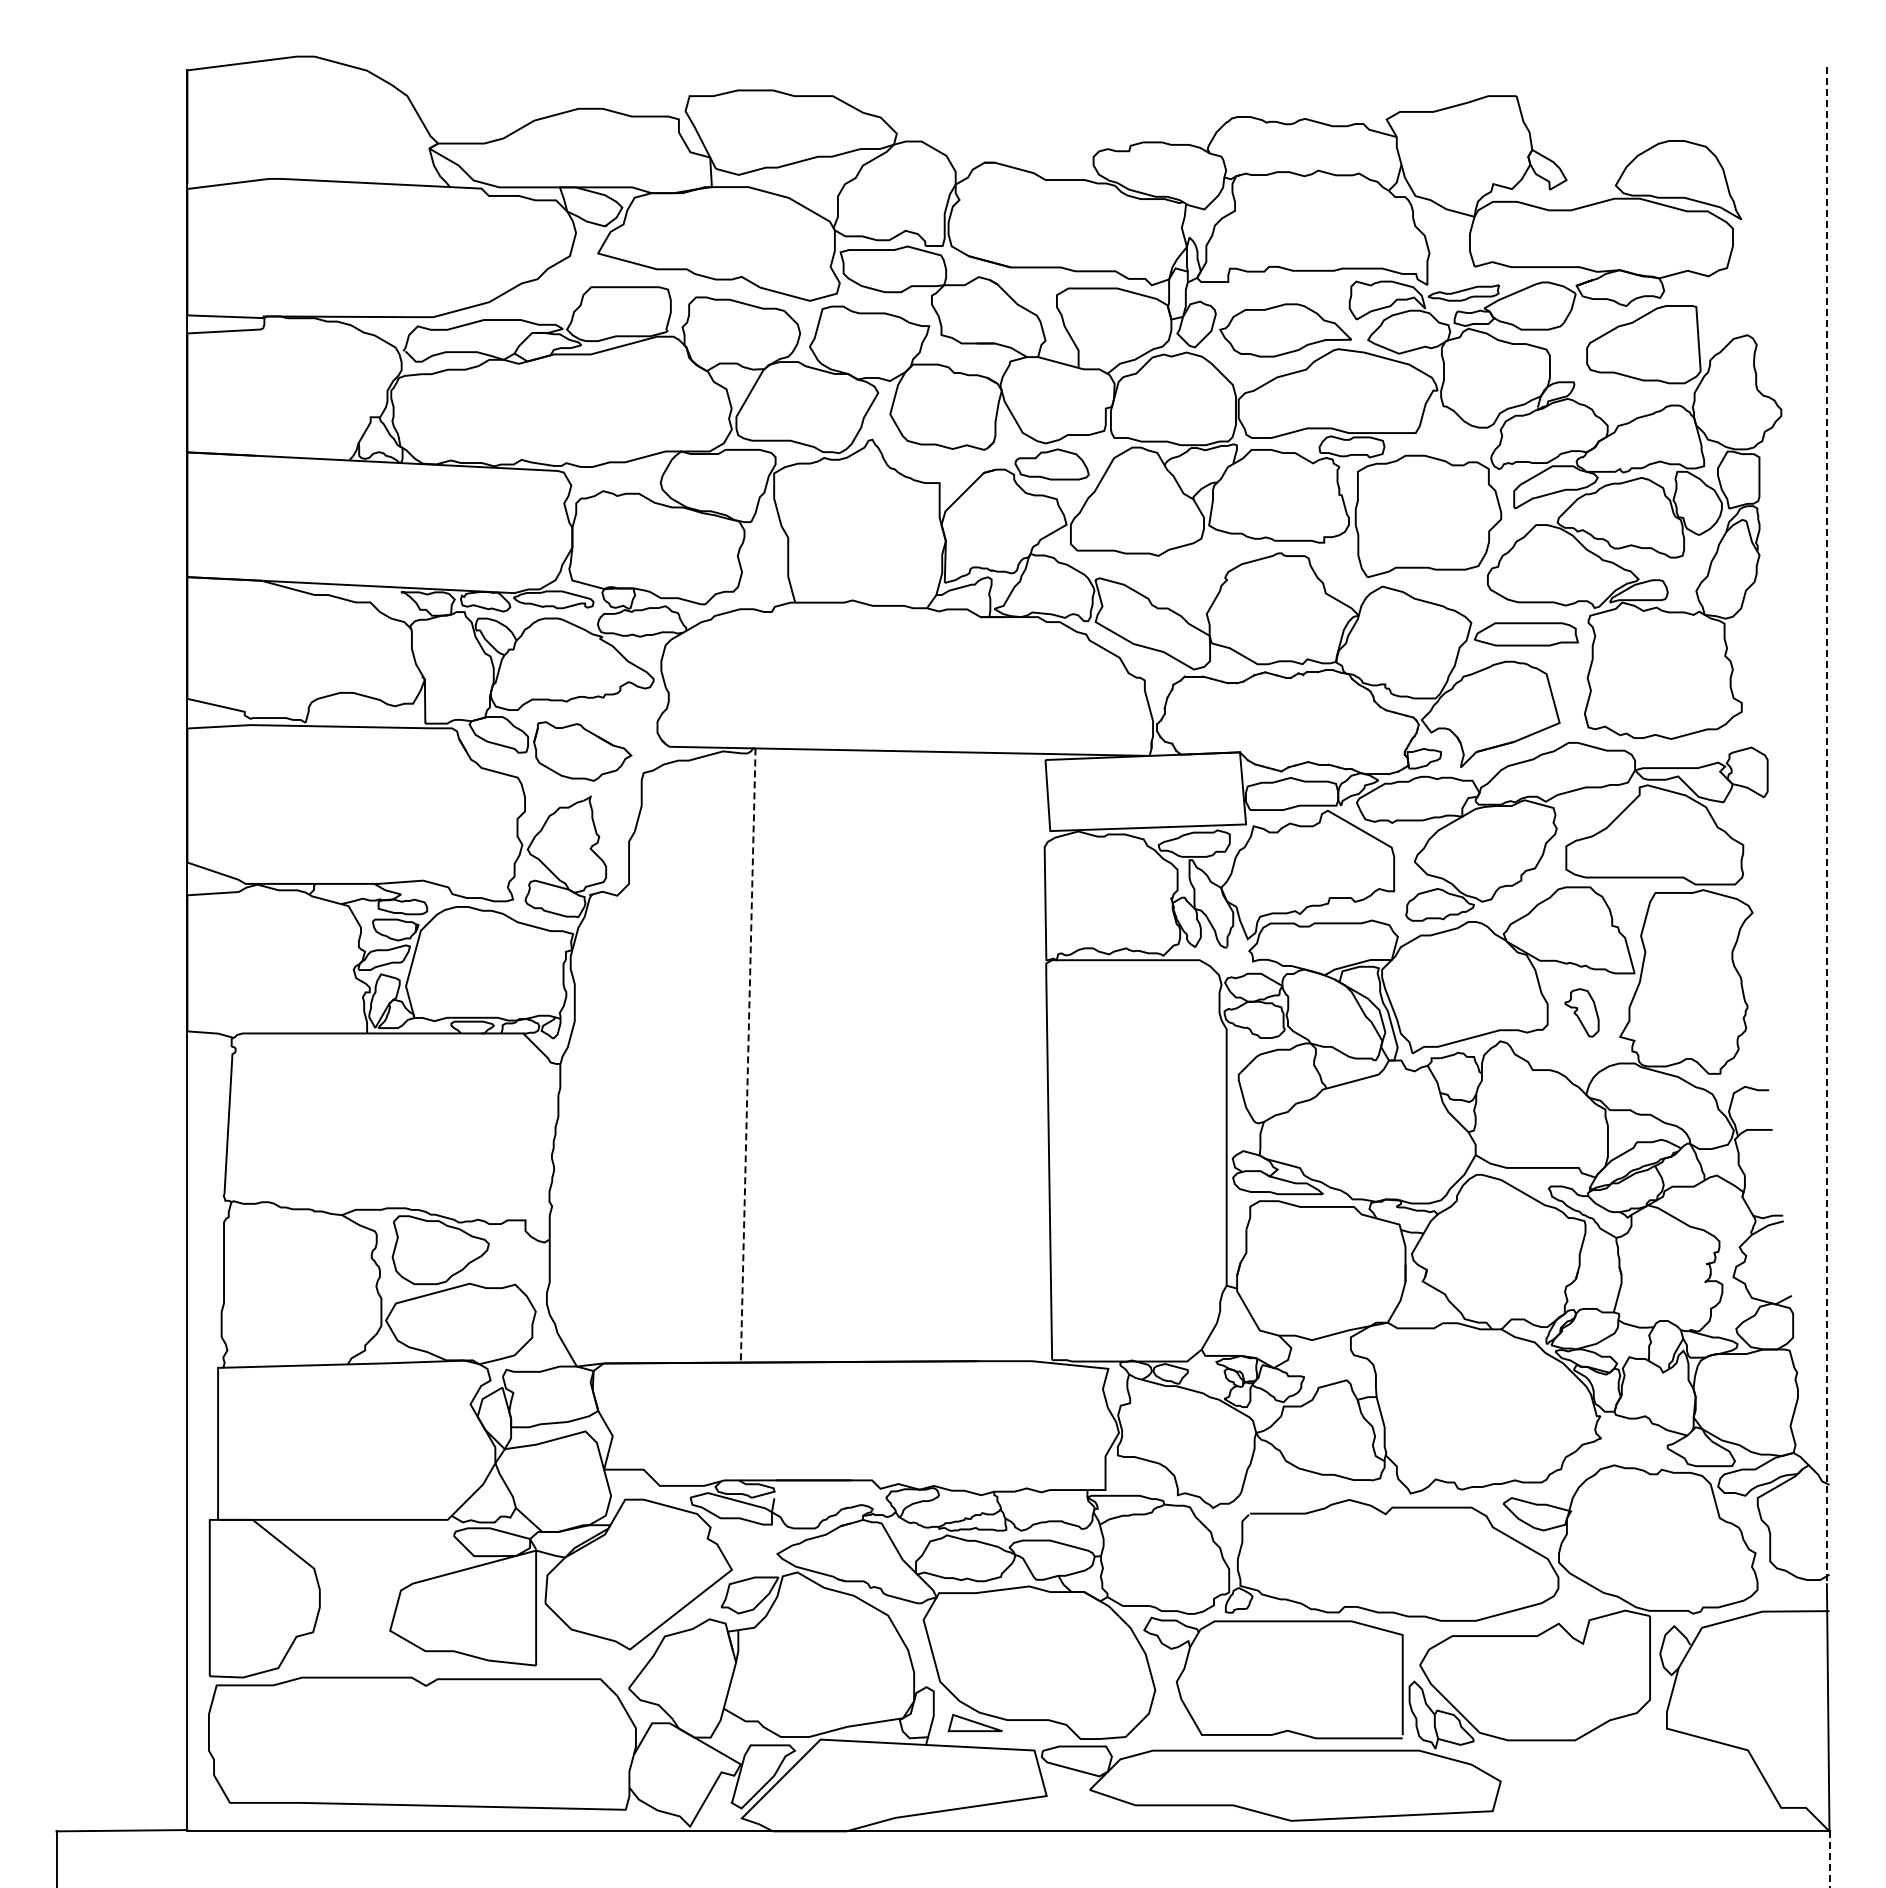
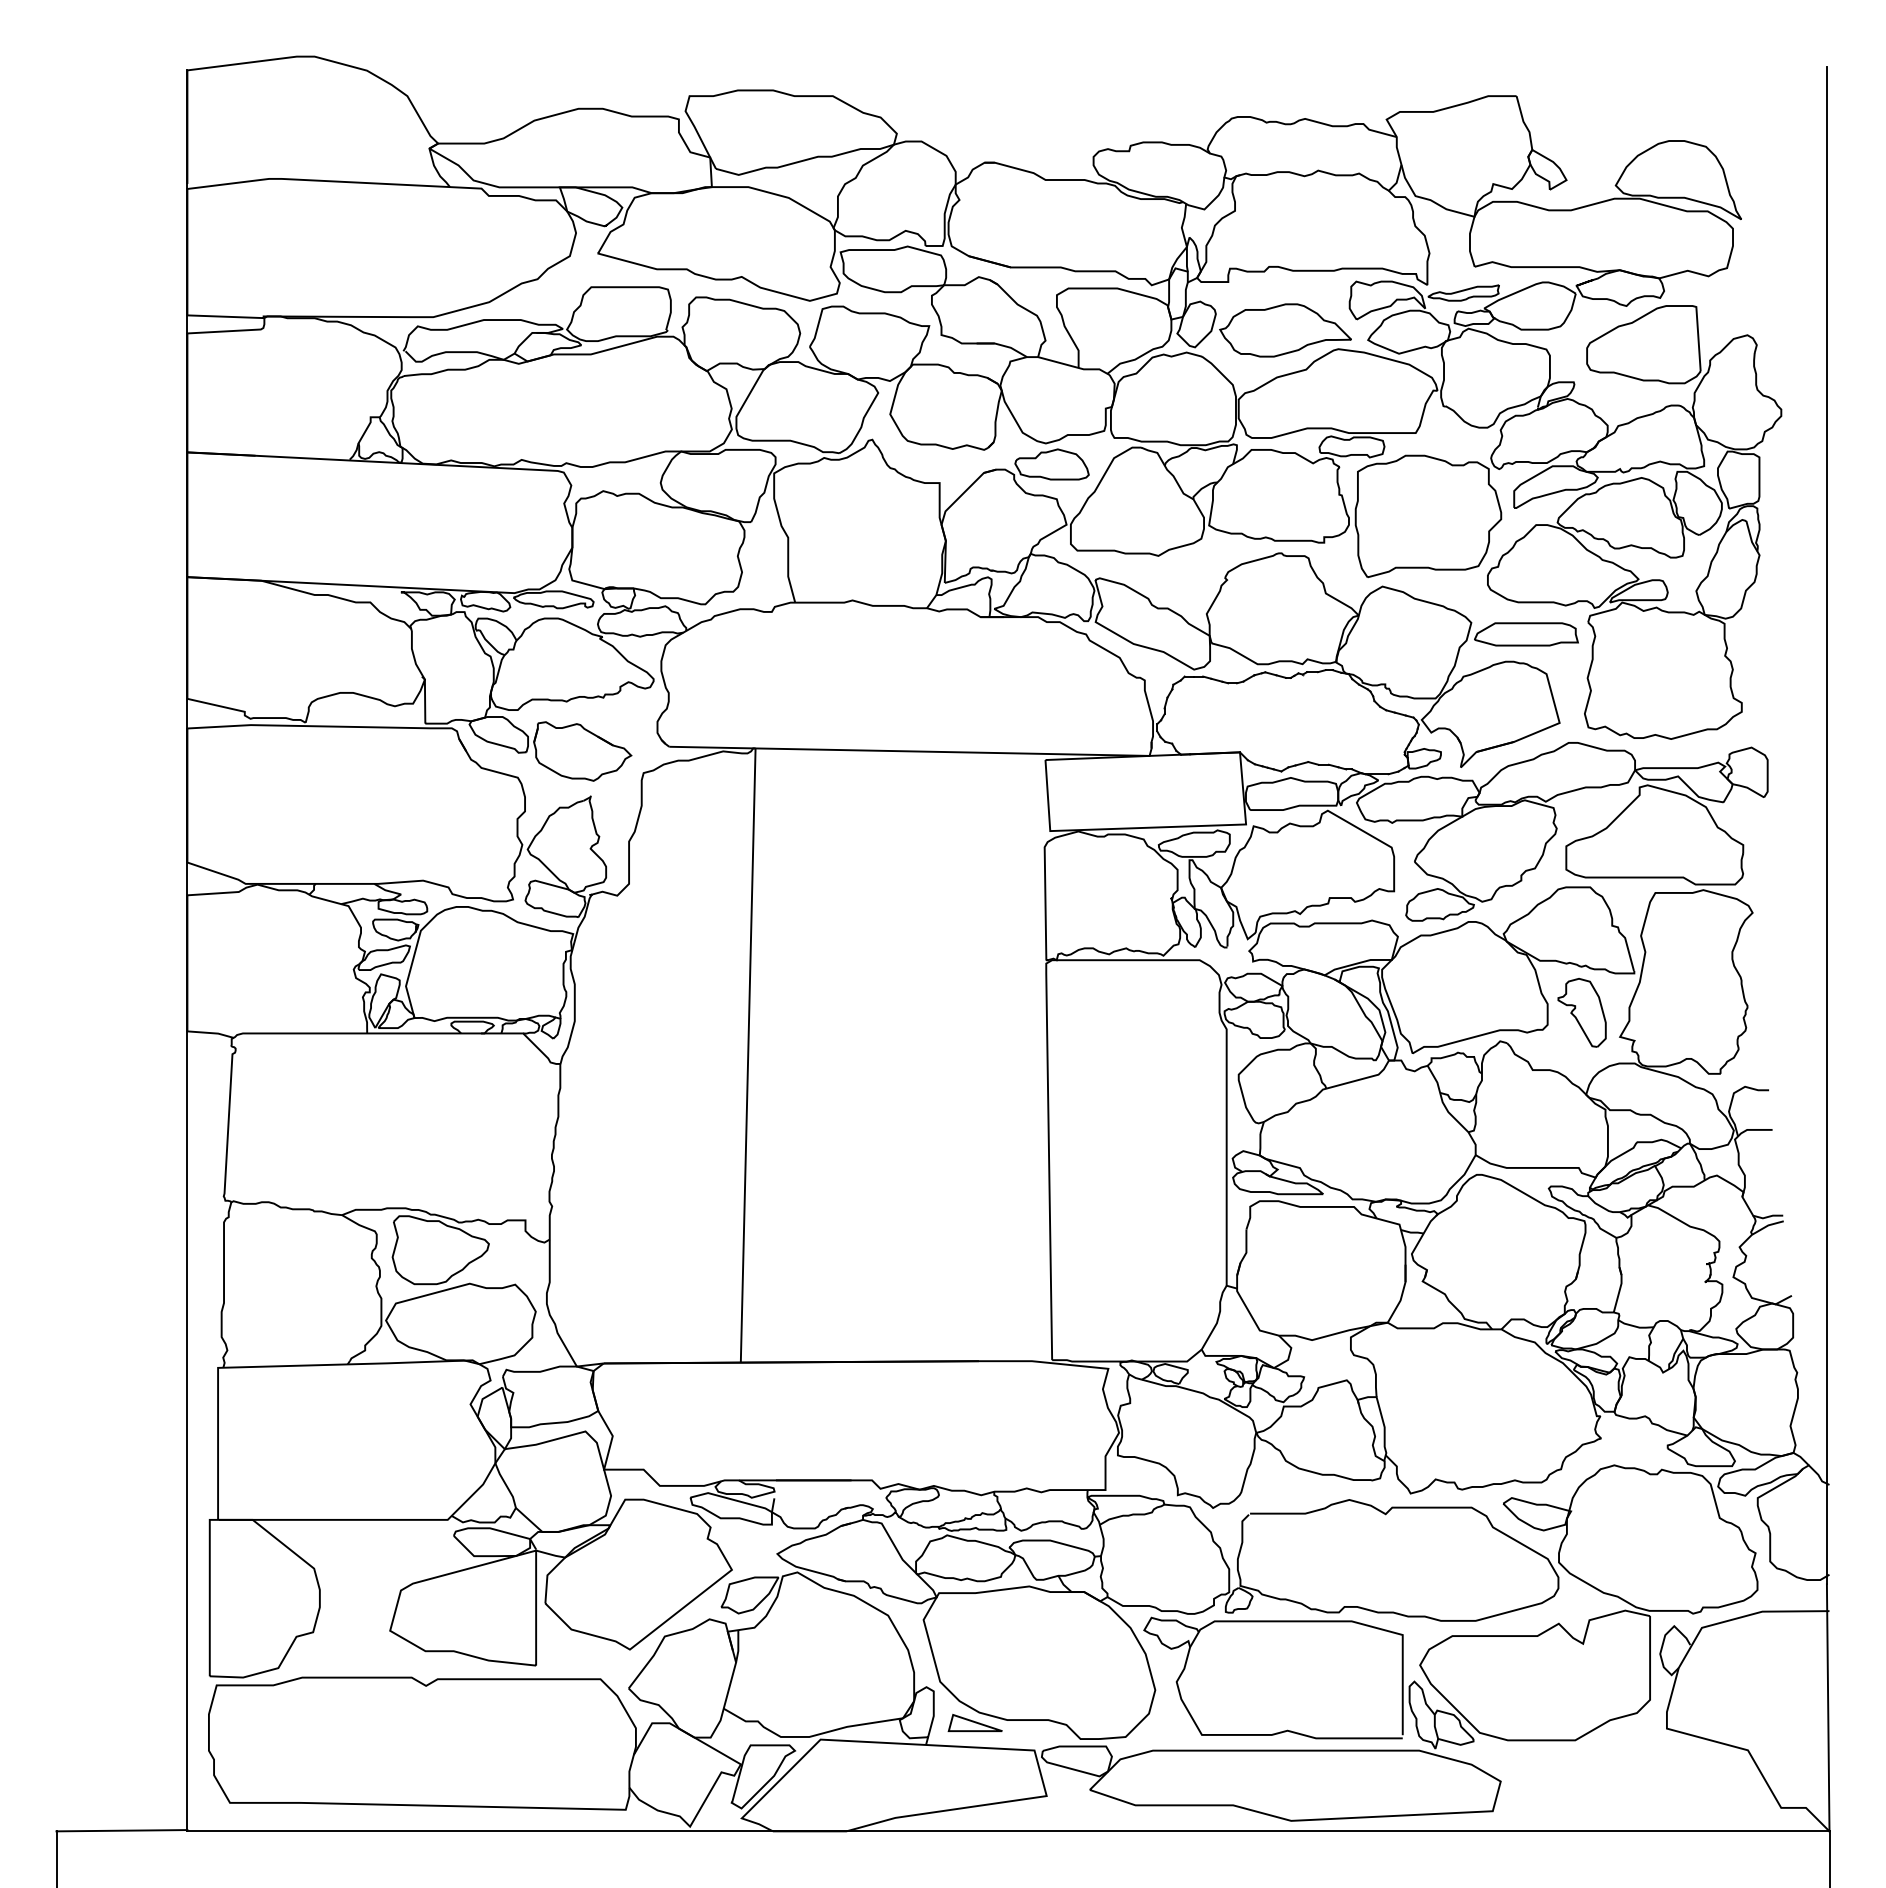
line at (1826, 826): dashed -> solid
part at (1581, 1012) size: 36x50 px -> 50x70 px
line at (748, 1056): dashed -> solid
line at (1829, 1859): dashed -> solid
